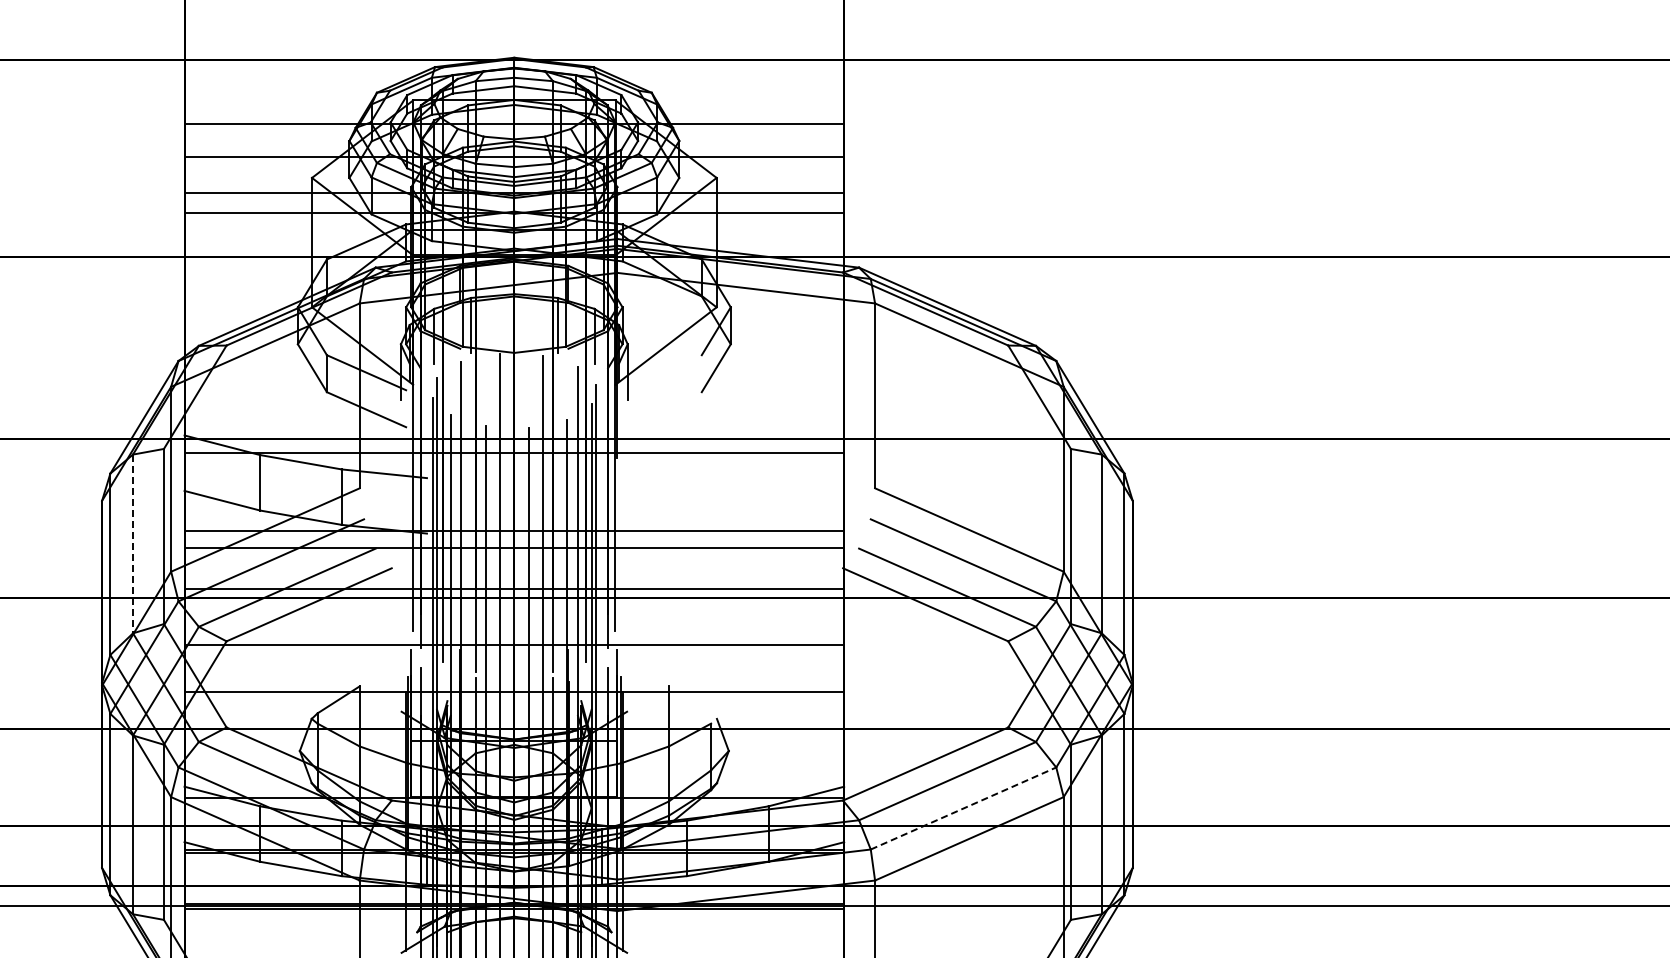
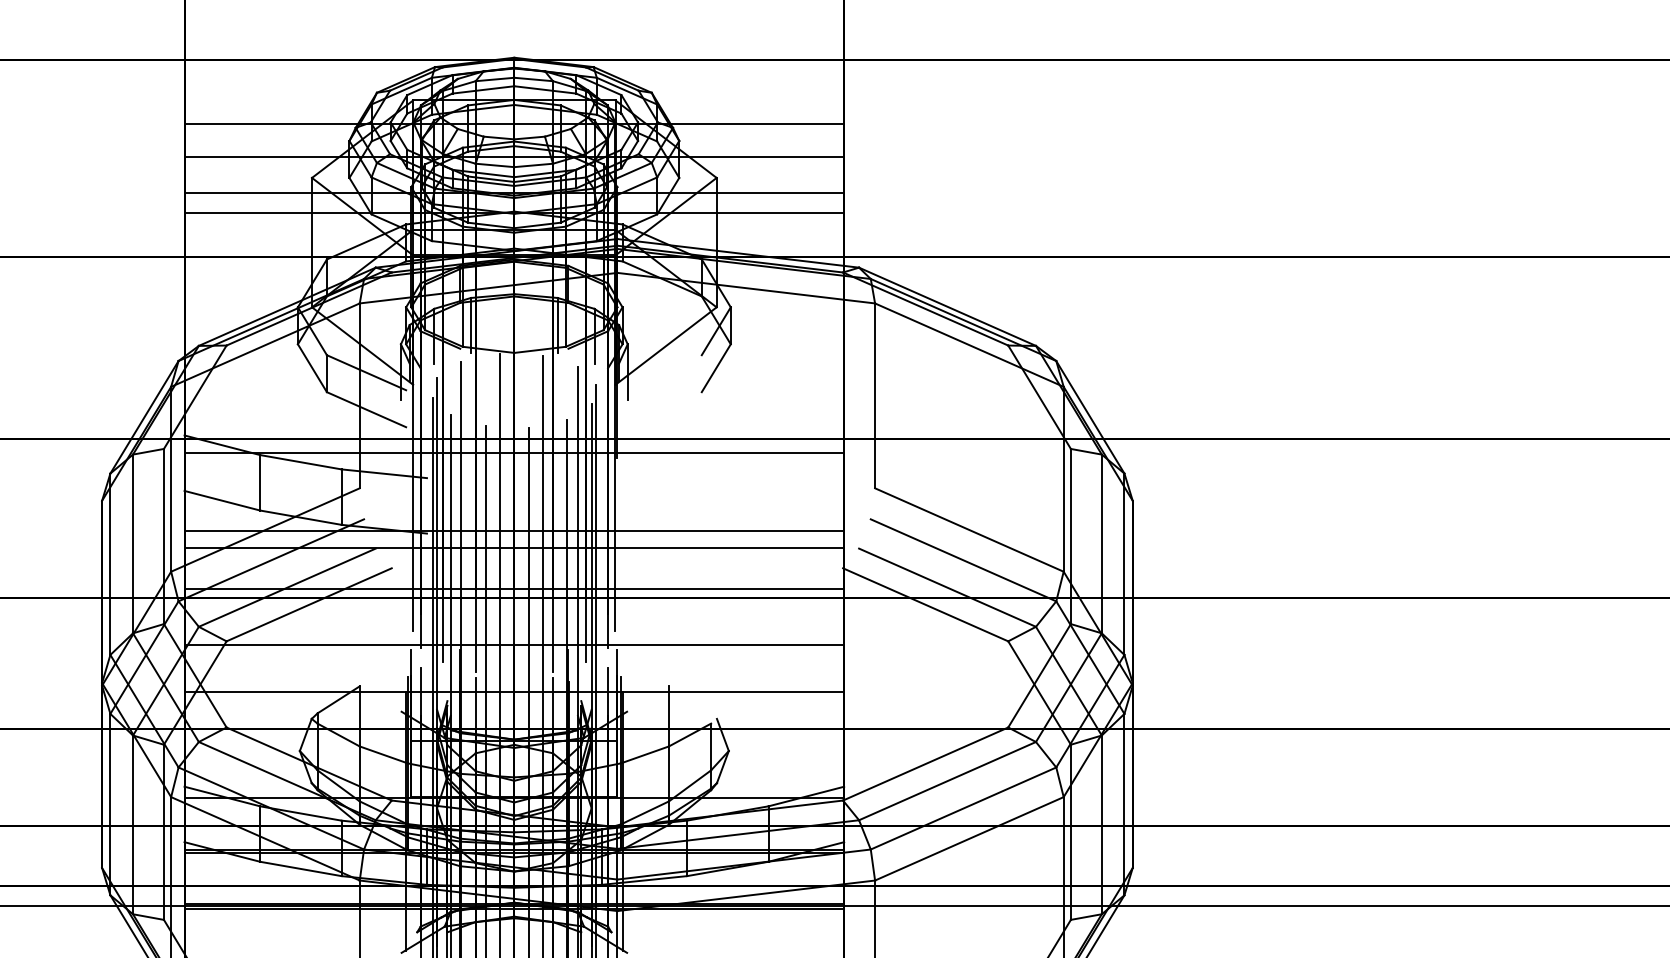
line at (133, 544): dashed -> solid
line at (963, 808): dashed -> solid
